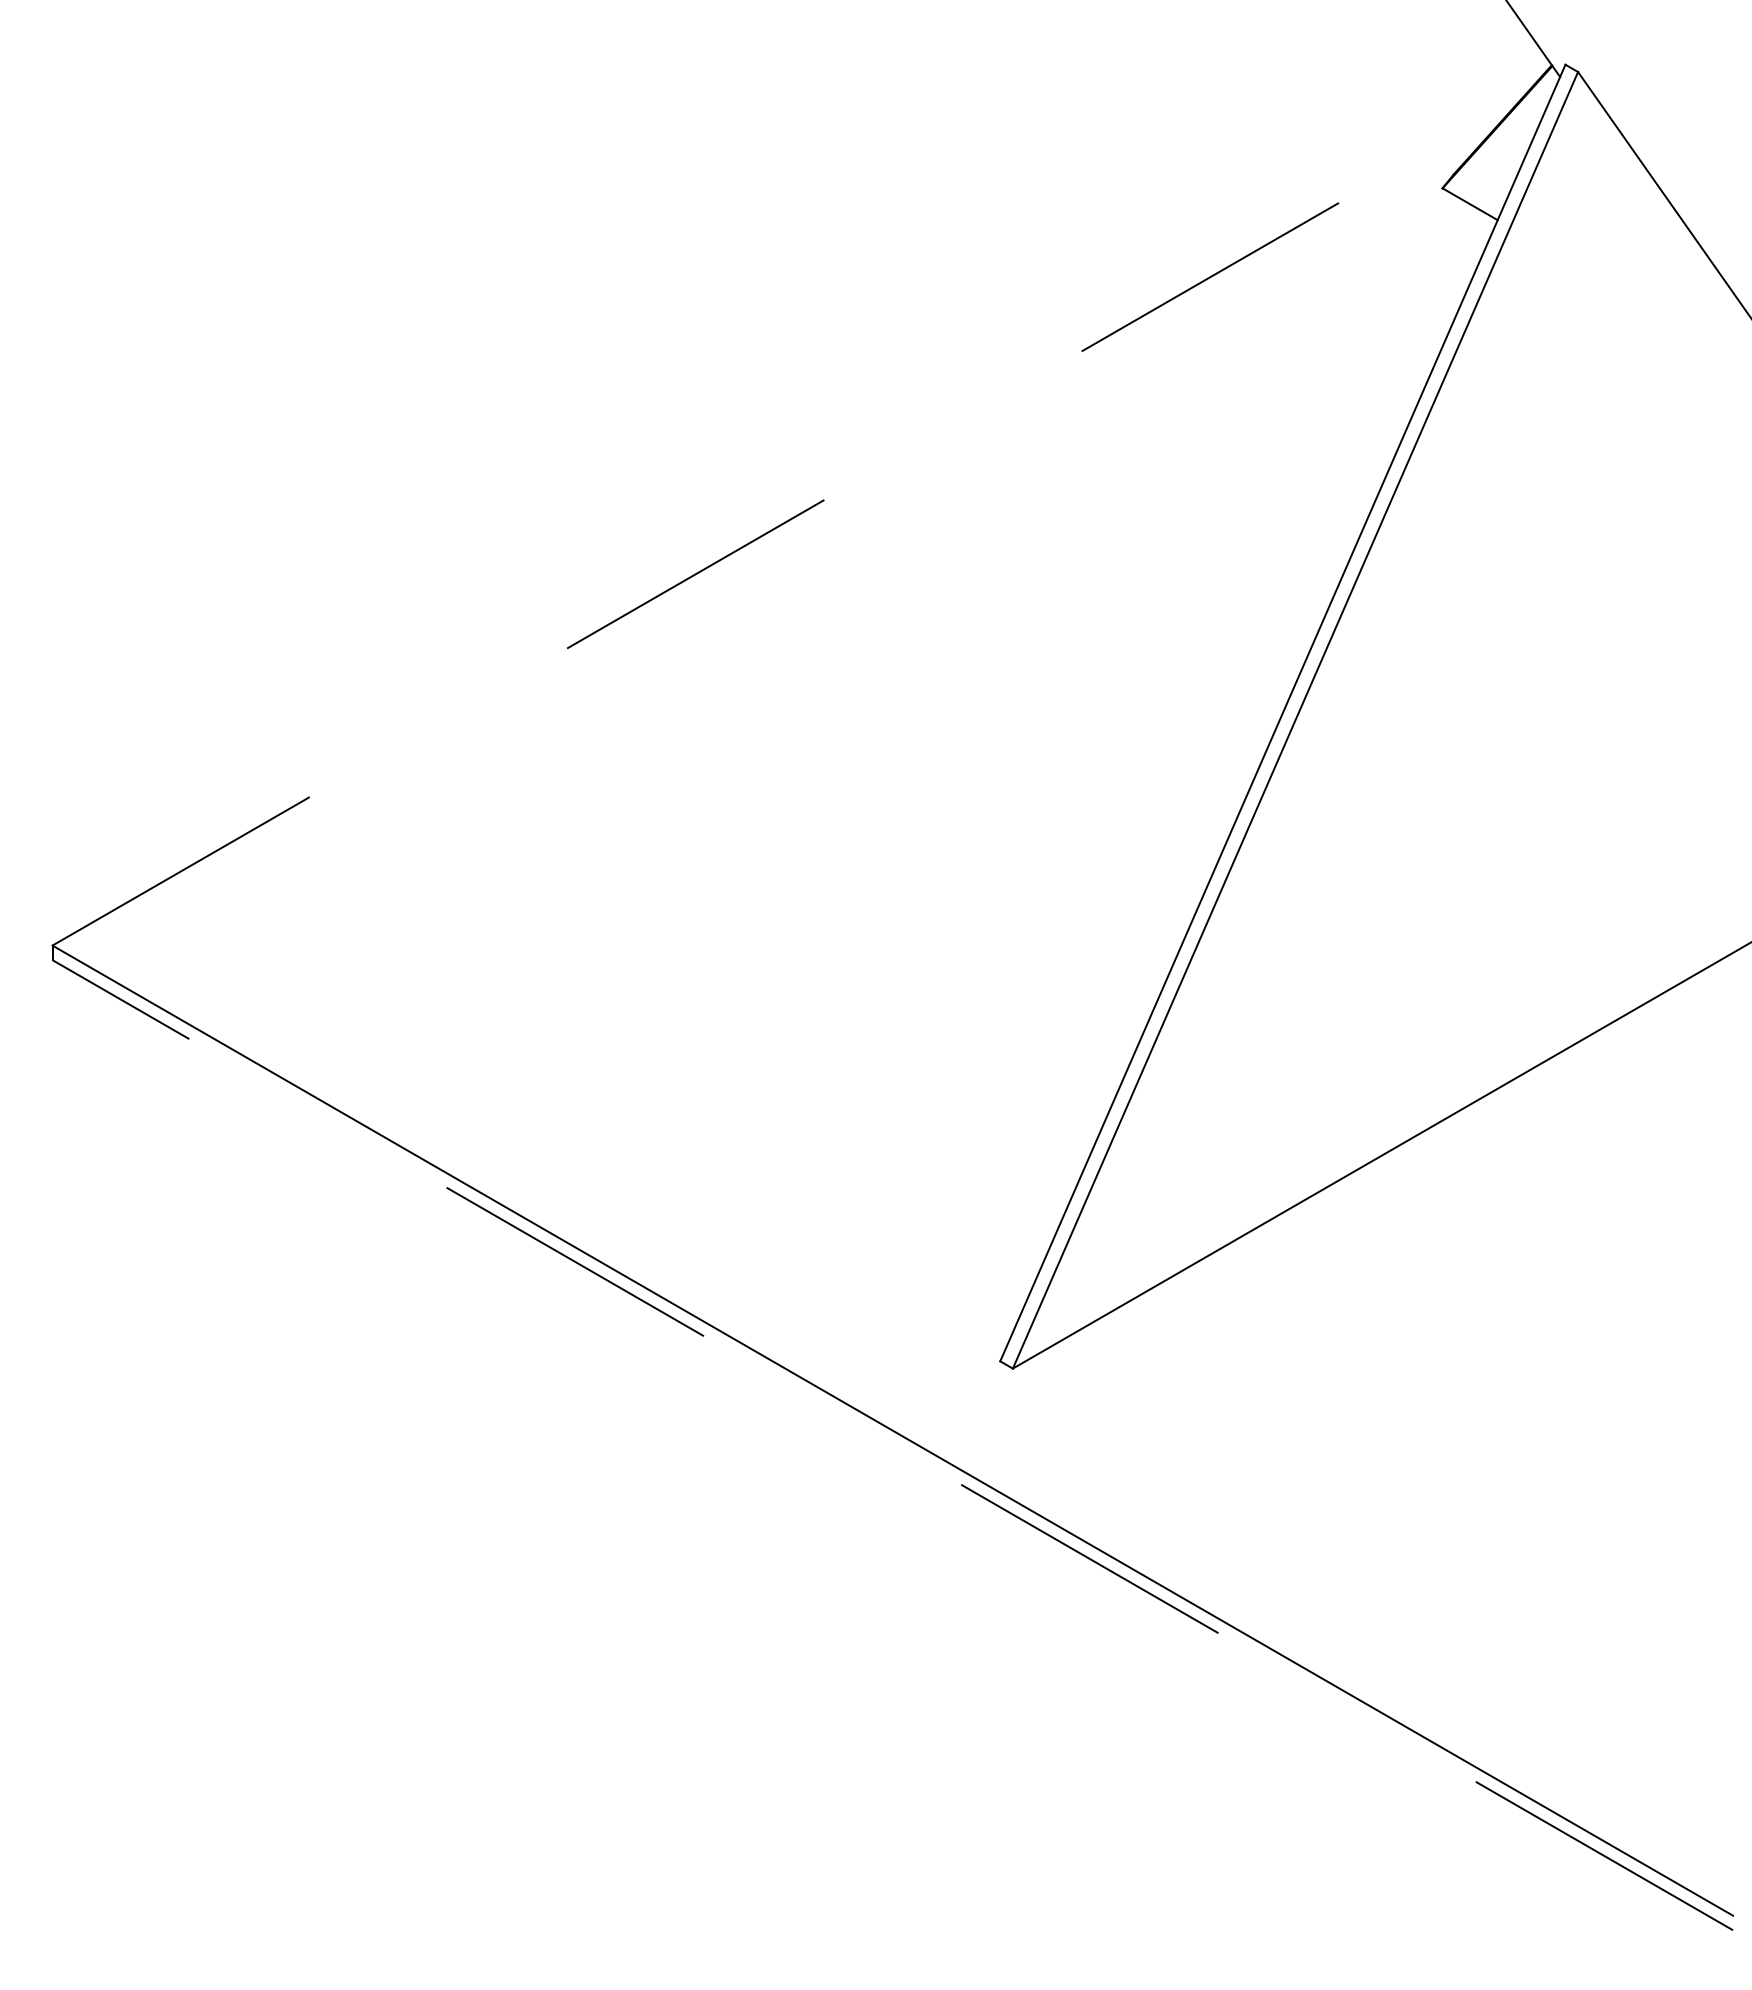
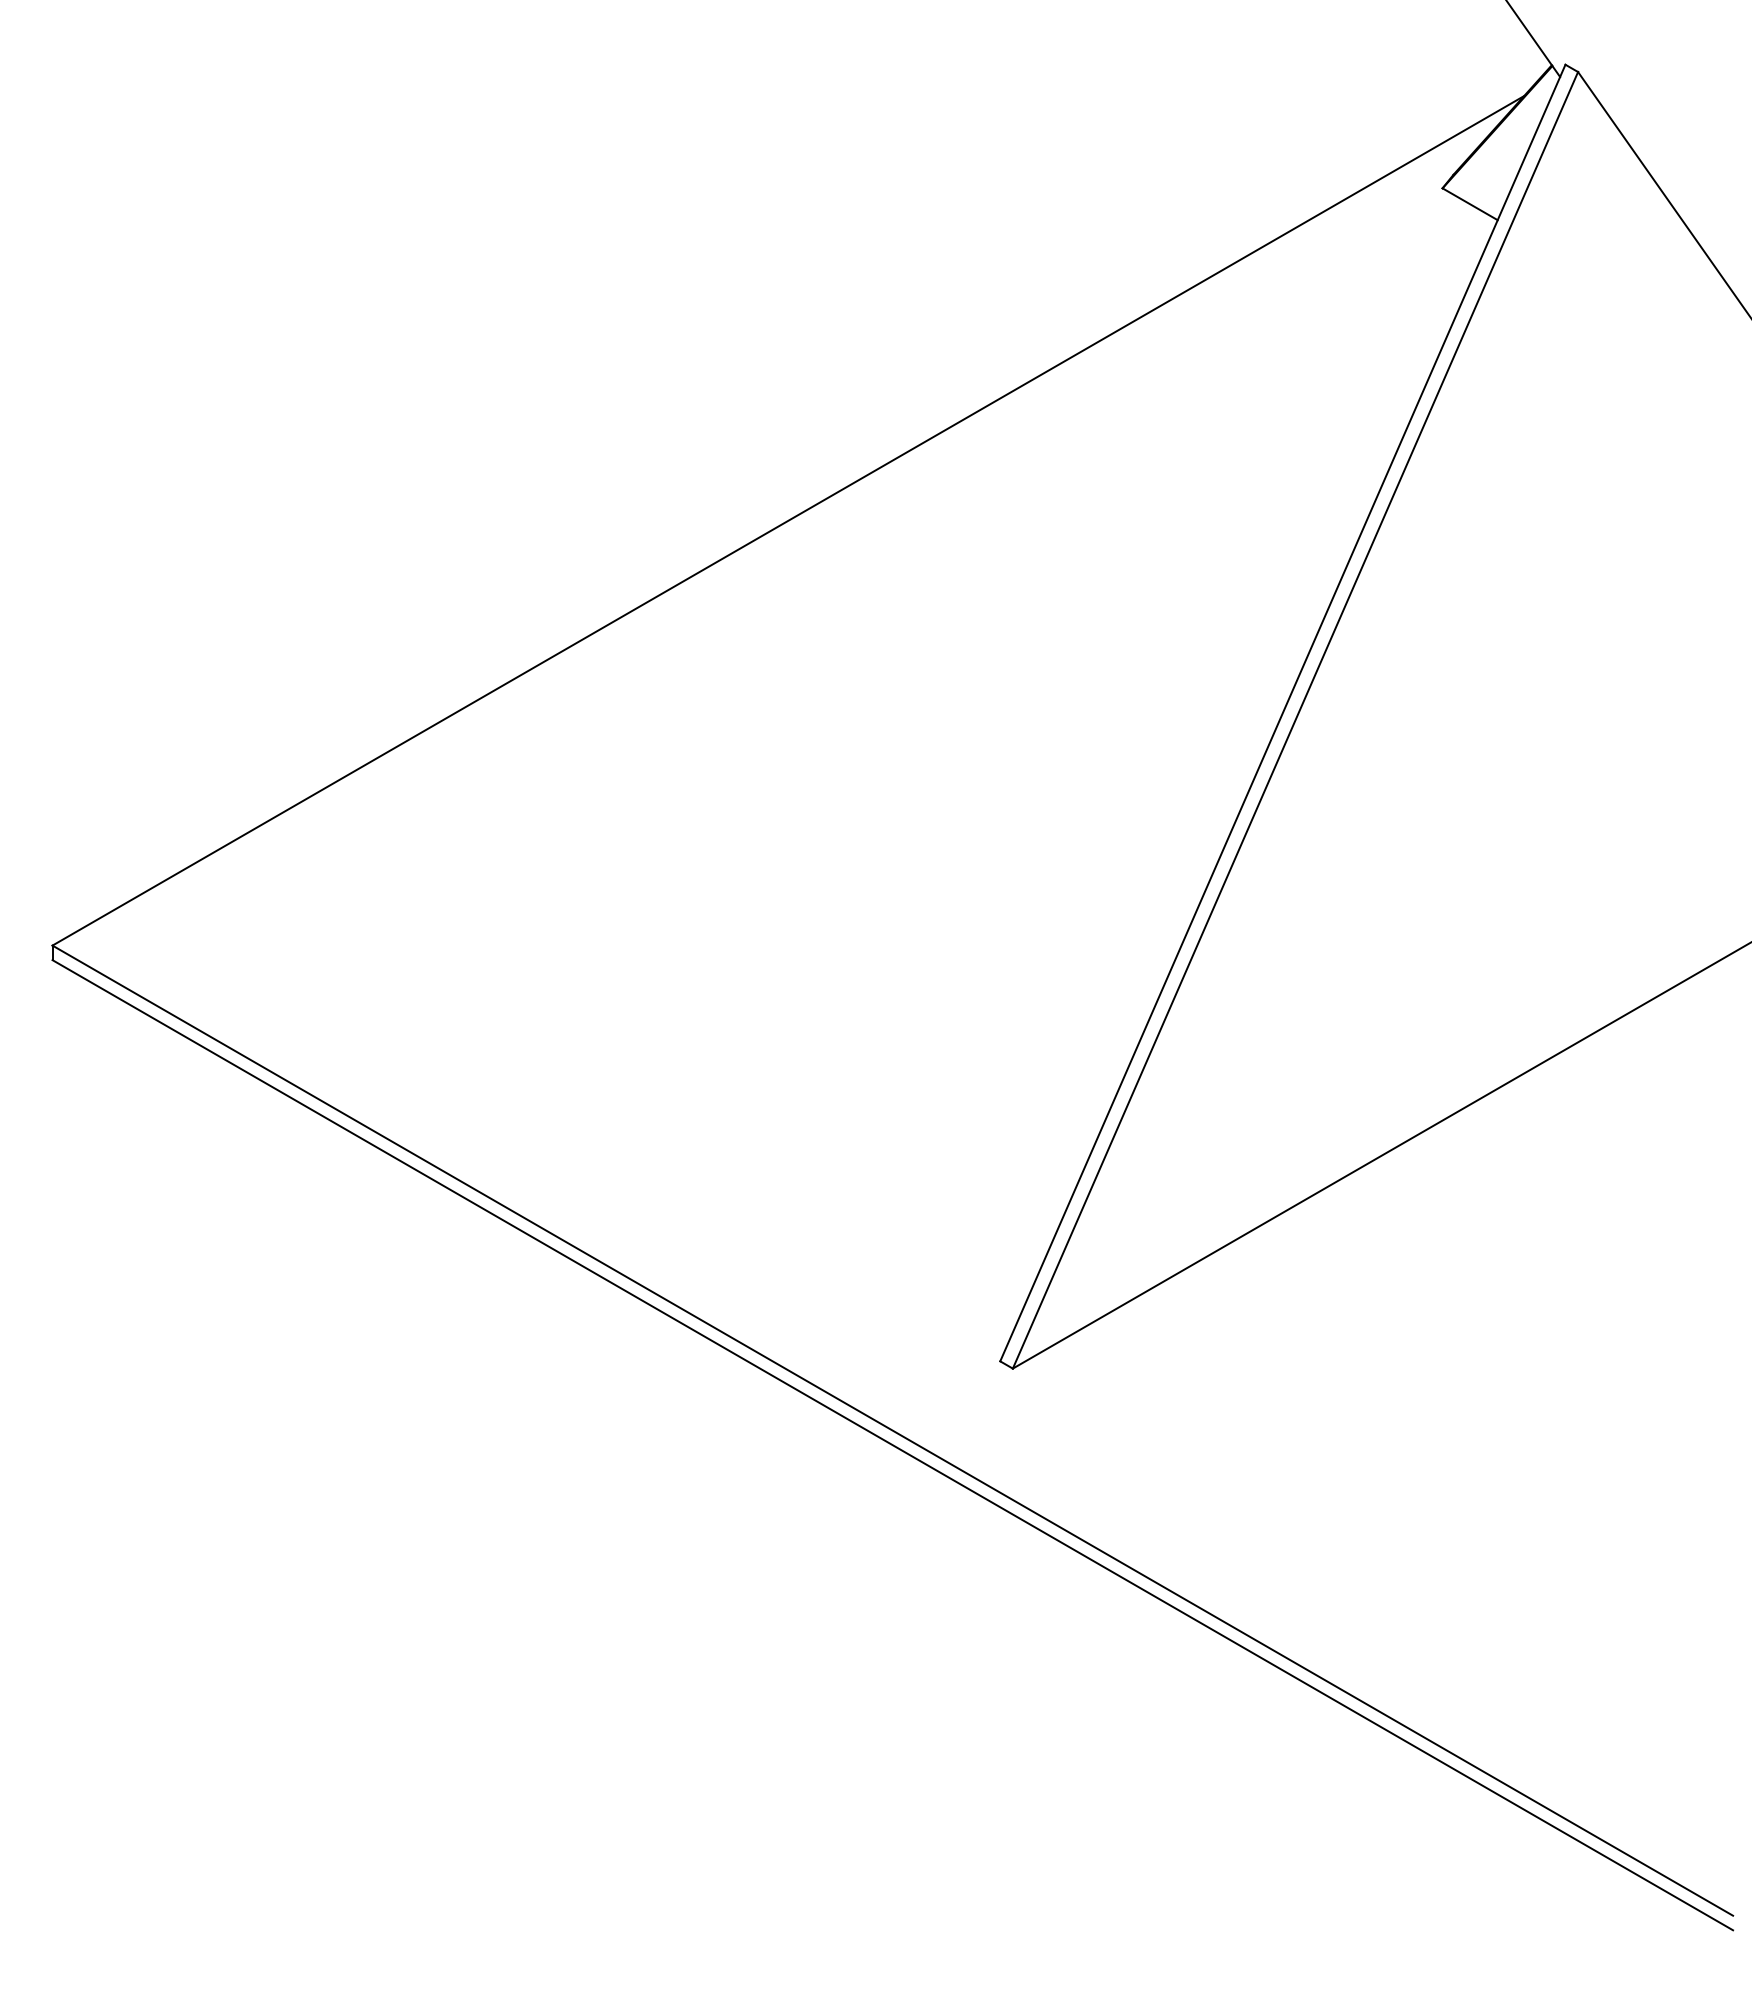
line at (788, 520): dashed -> solid
line at (892, 1444): dashed -> solid
